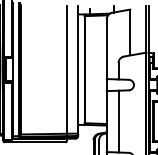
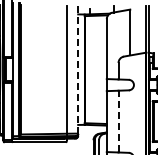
line at (78, 69): solid -> dashed
line at (118, 121): solid -> dashed
